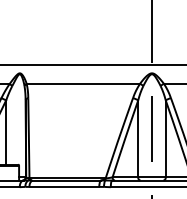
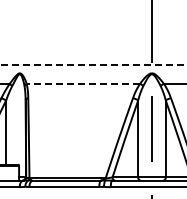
line at (93, 65): solid -> dashed
line at (83, 83): solid -> dashed
